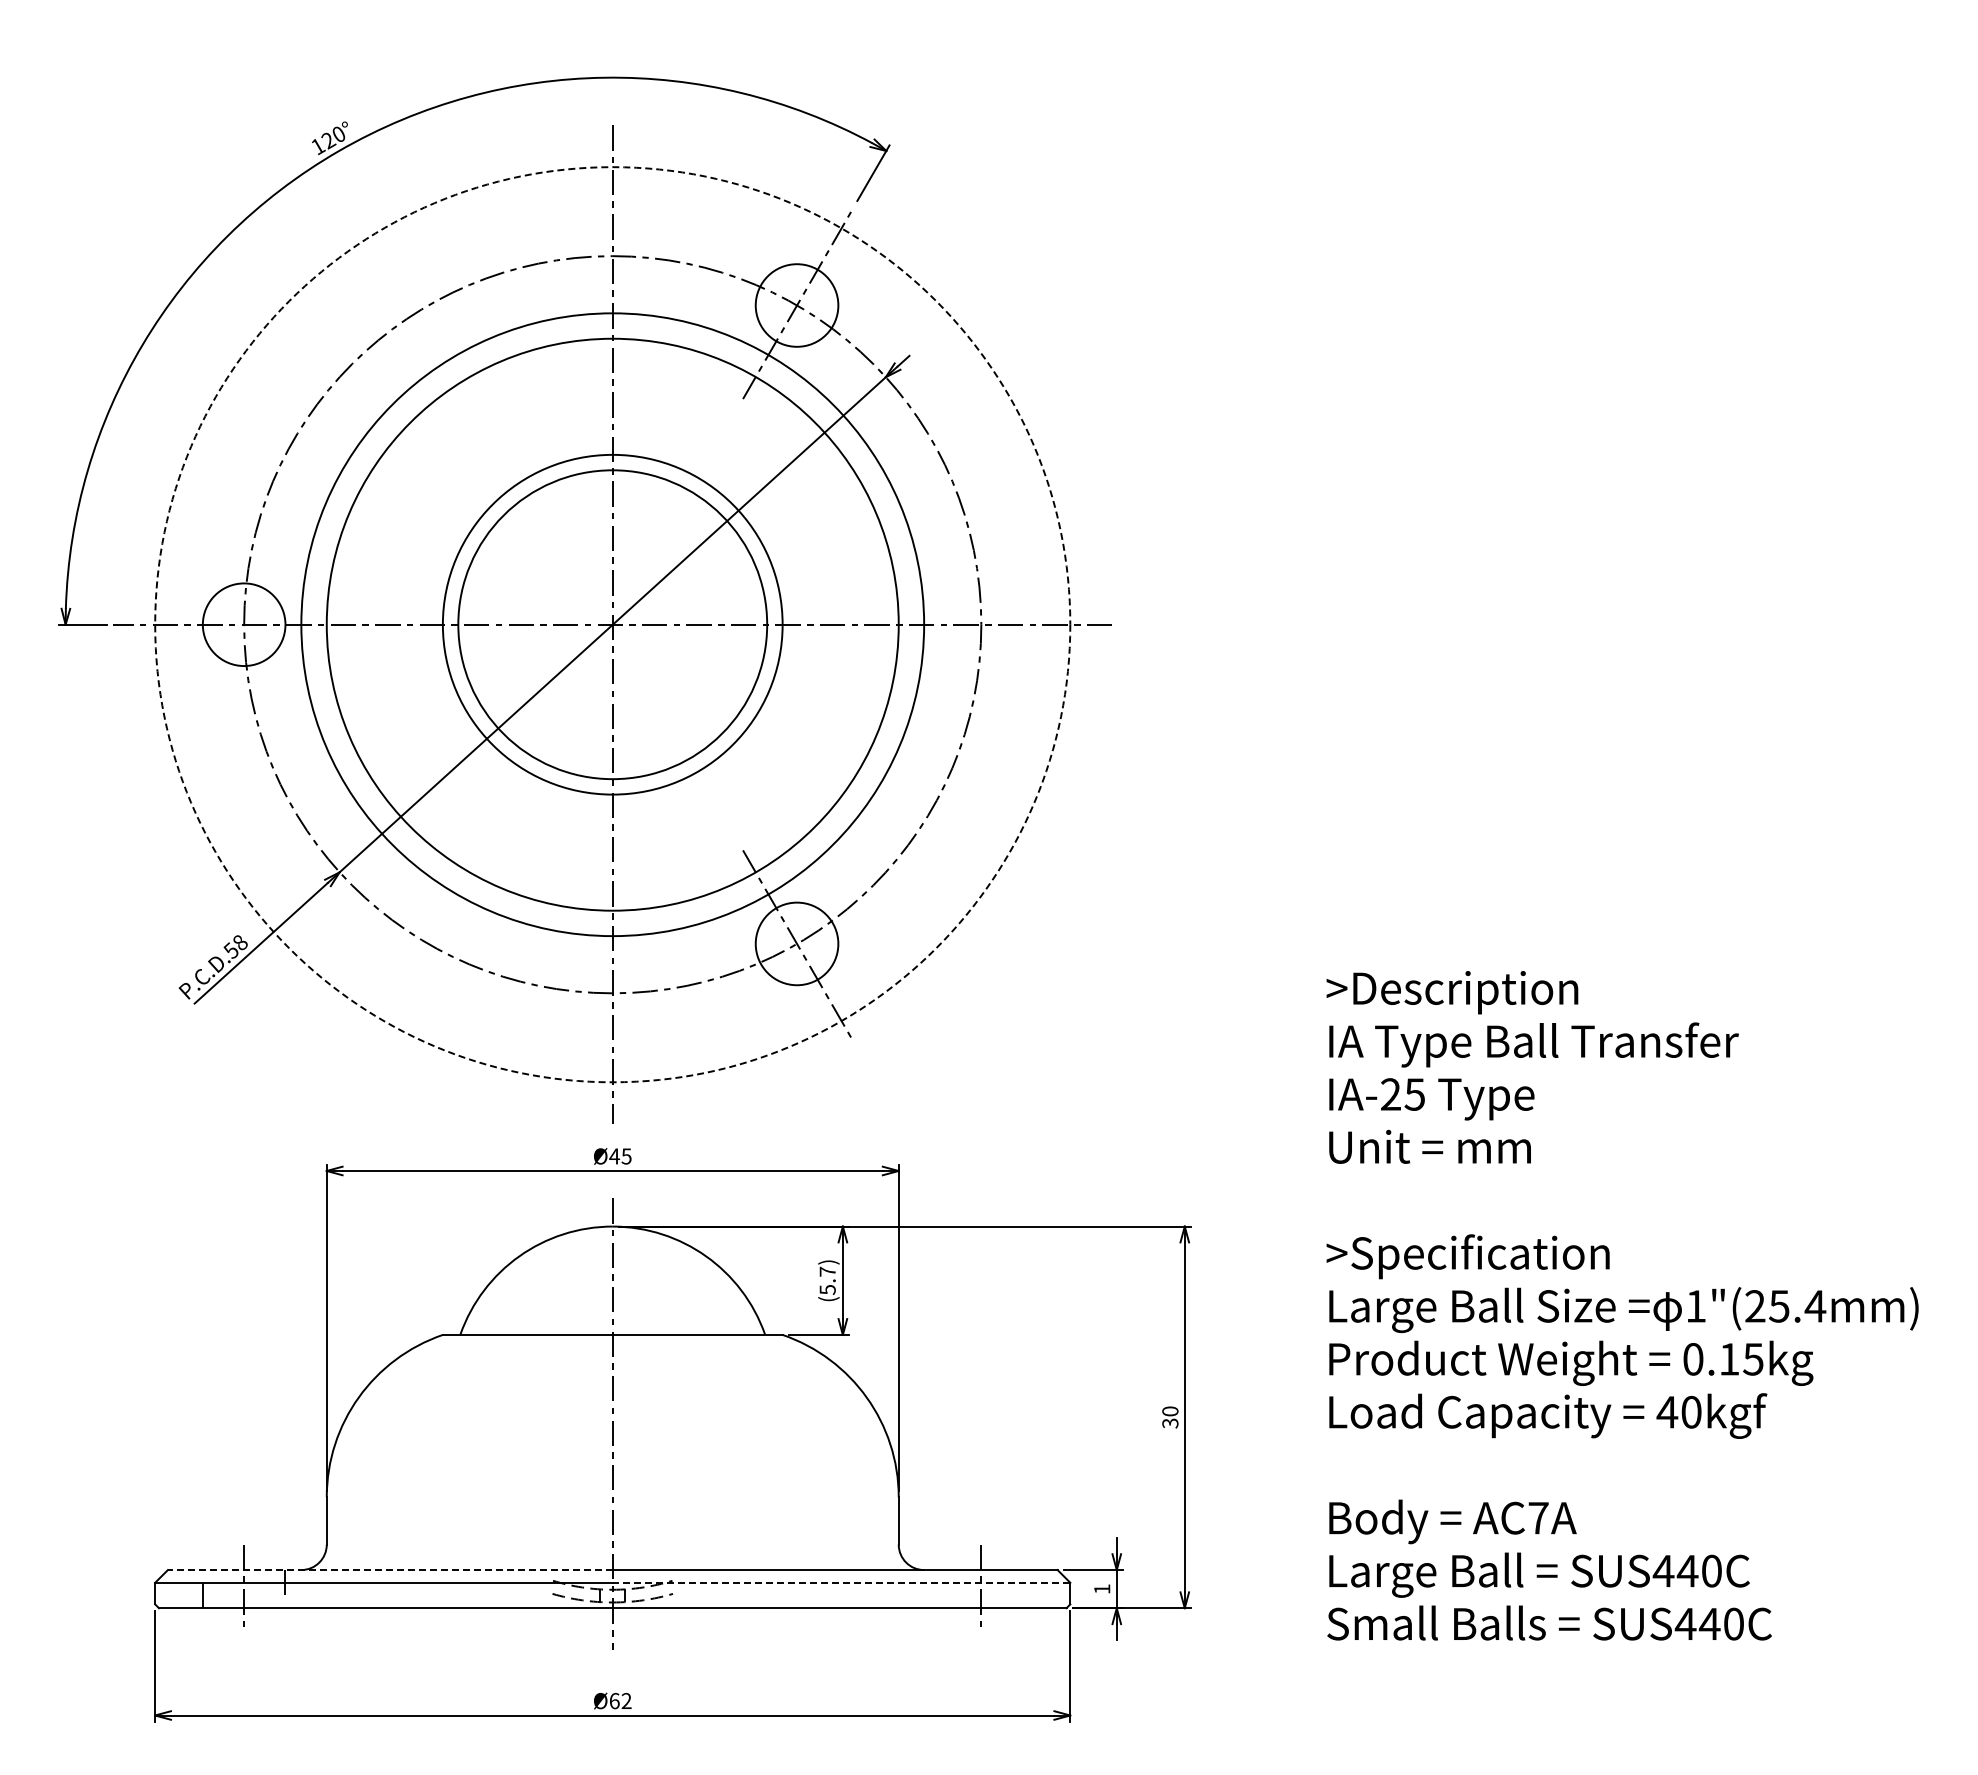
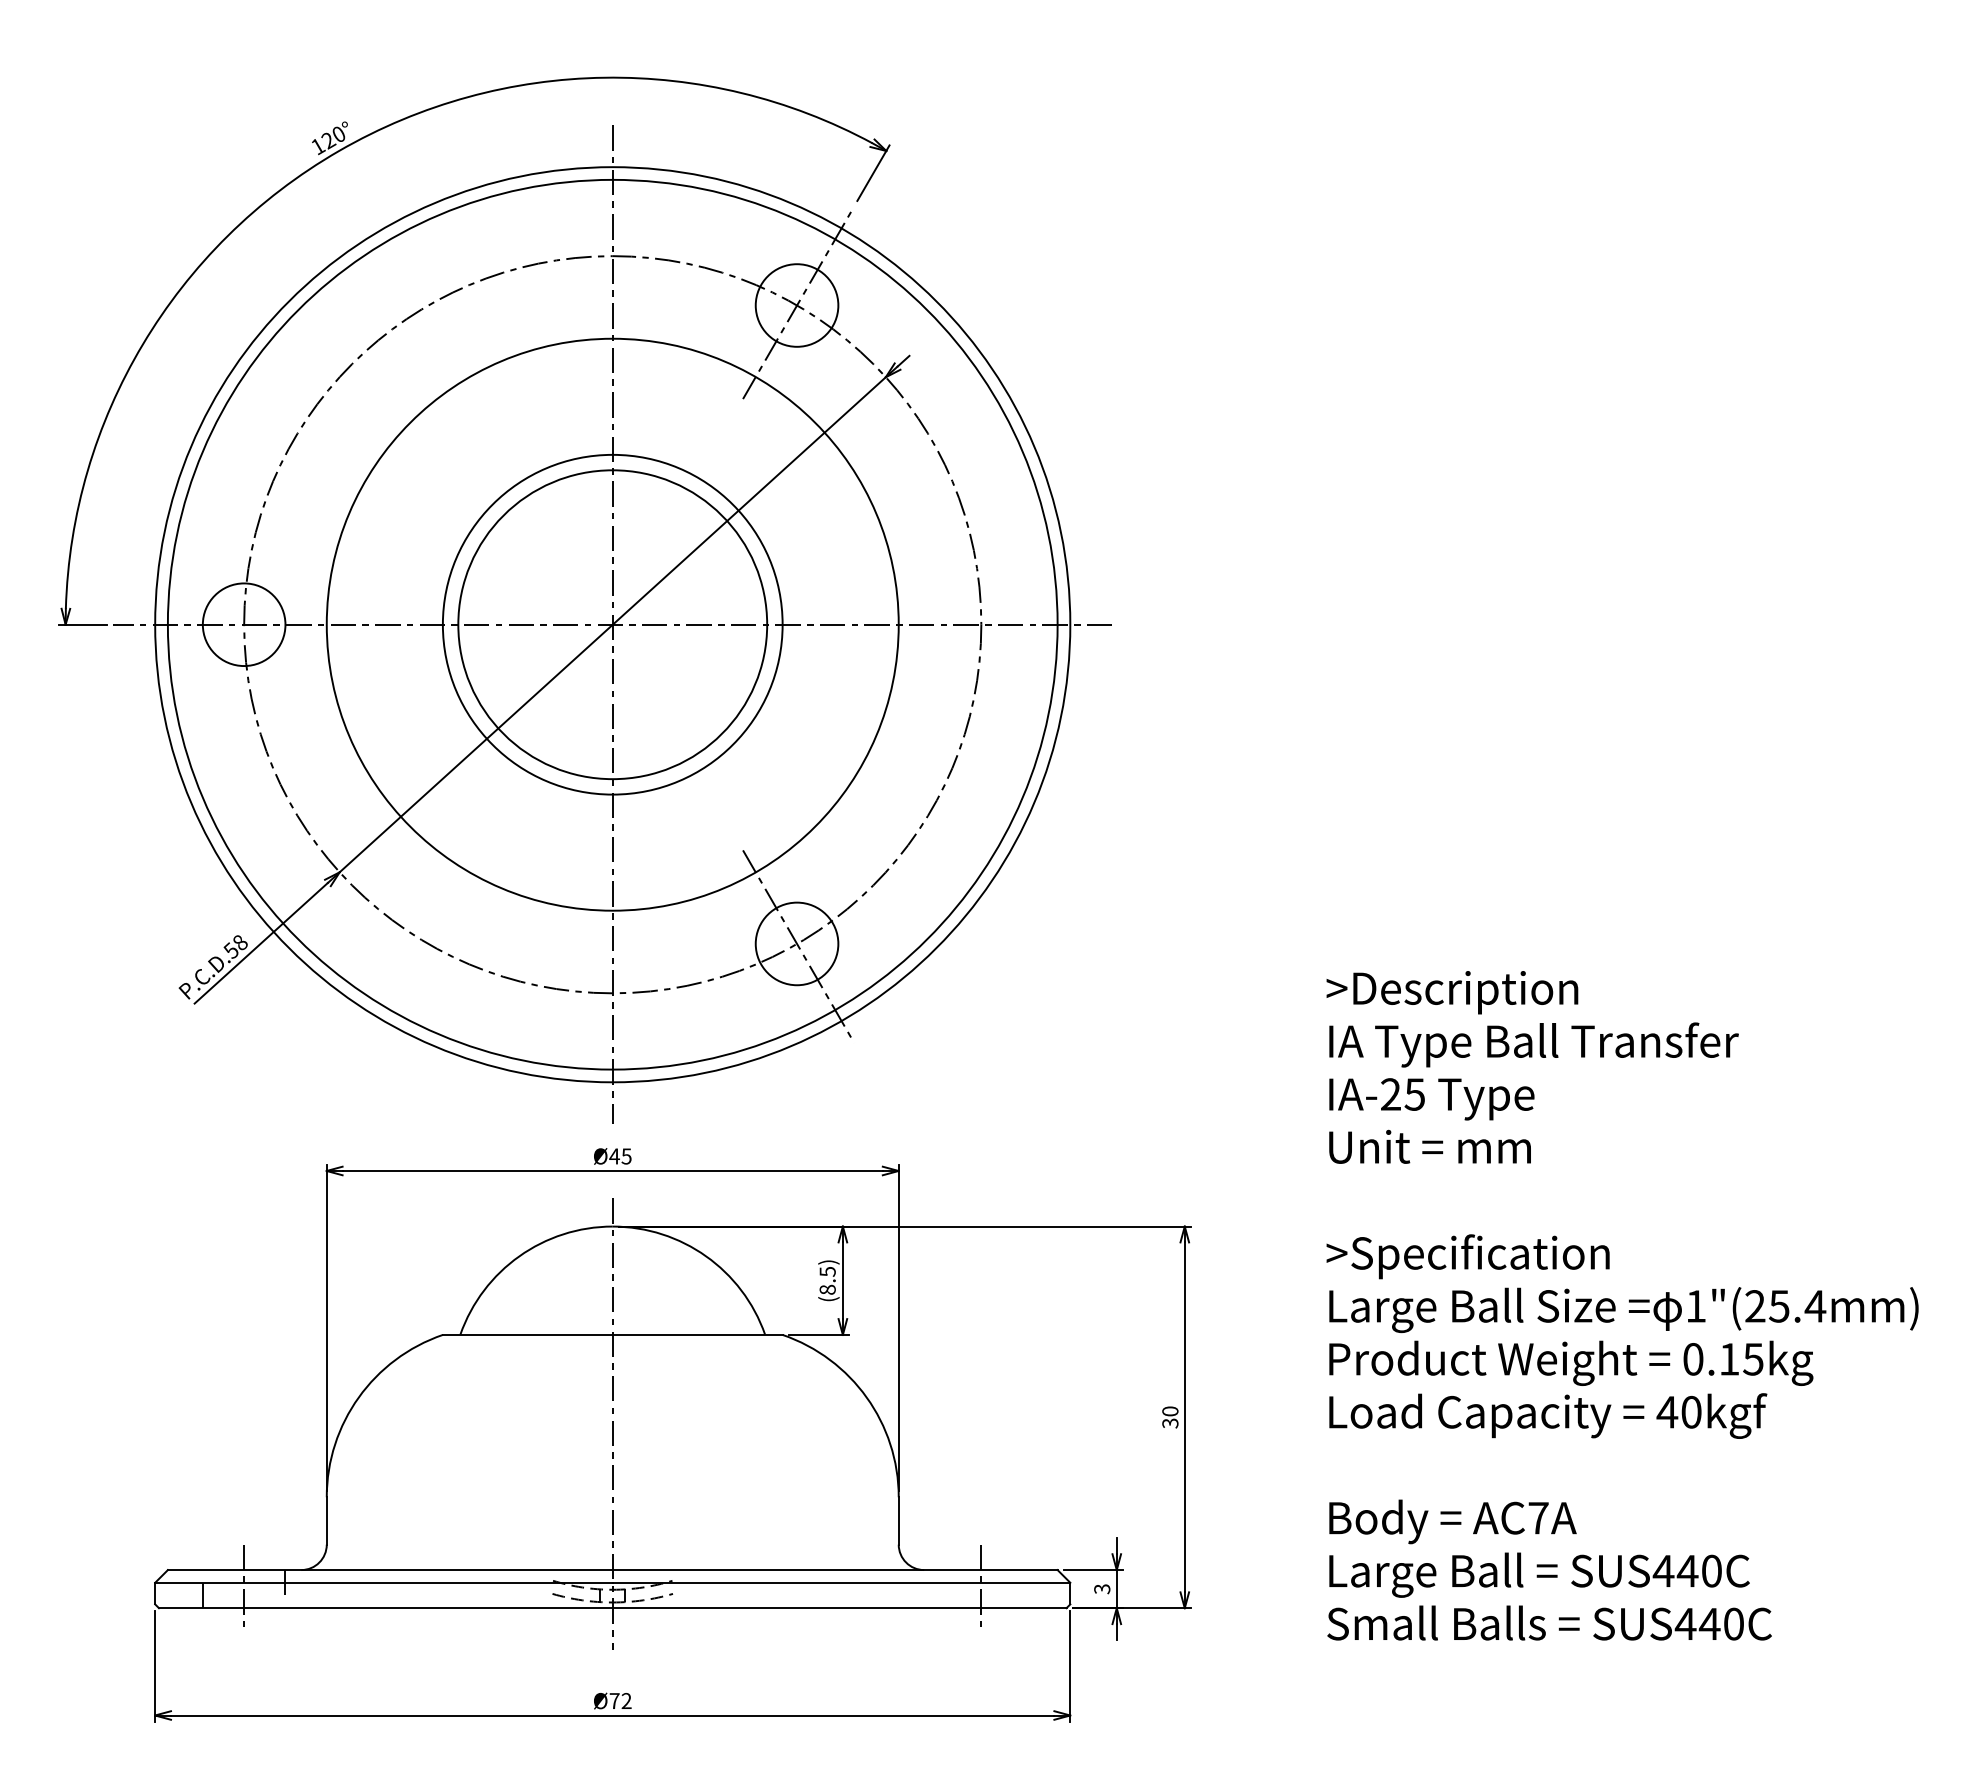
circle at (612, 624) diameter: 623 px -> 890 px
circle at (612, 624): dashed -> solid
text at (827, 1280): (5.7) -> (8.5)
line at (389, 1570): dashed -> solid
line at (841, 1582): dashed -> solid
text at (1102, 1589): 1 -> 3
text at (614, 1701): Ø62 -> Ø72
